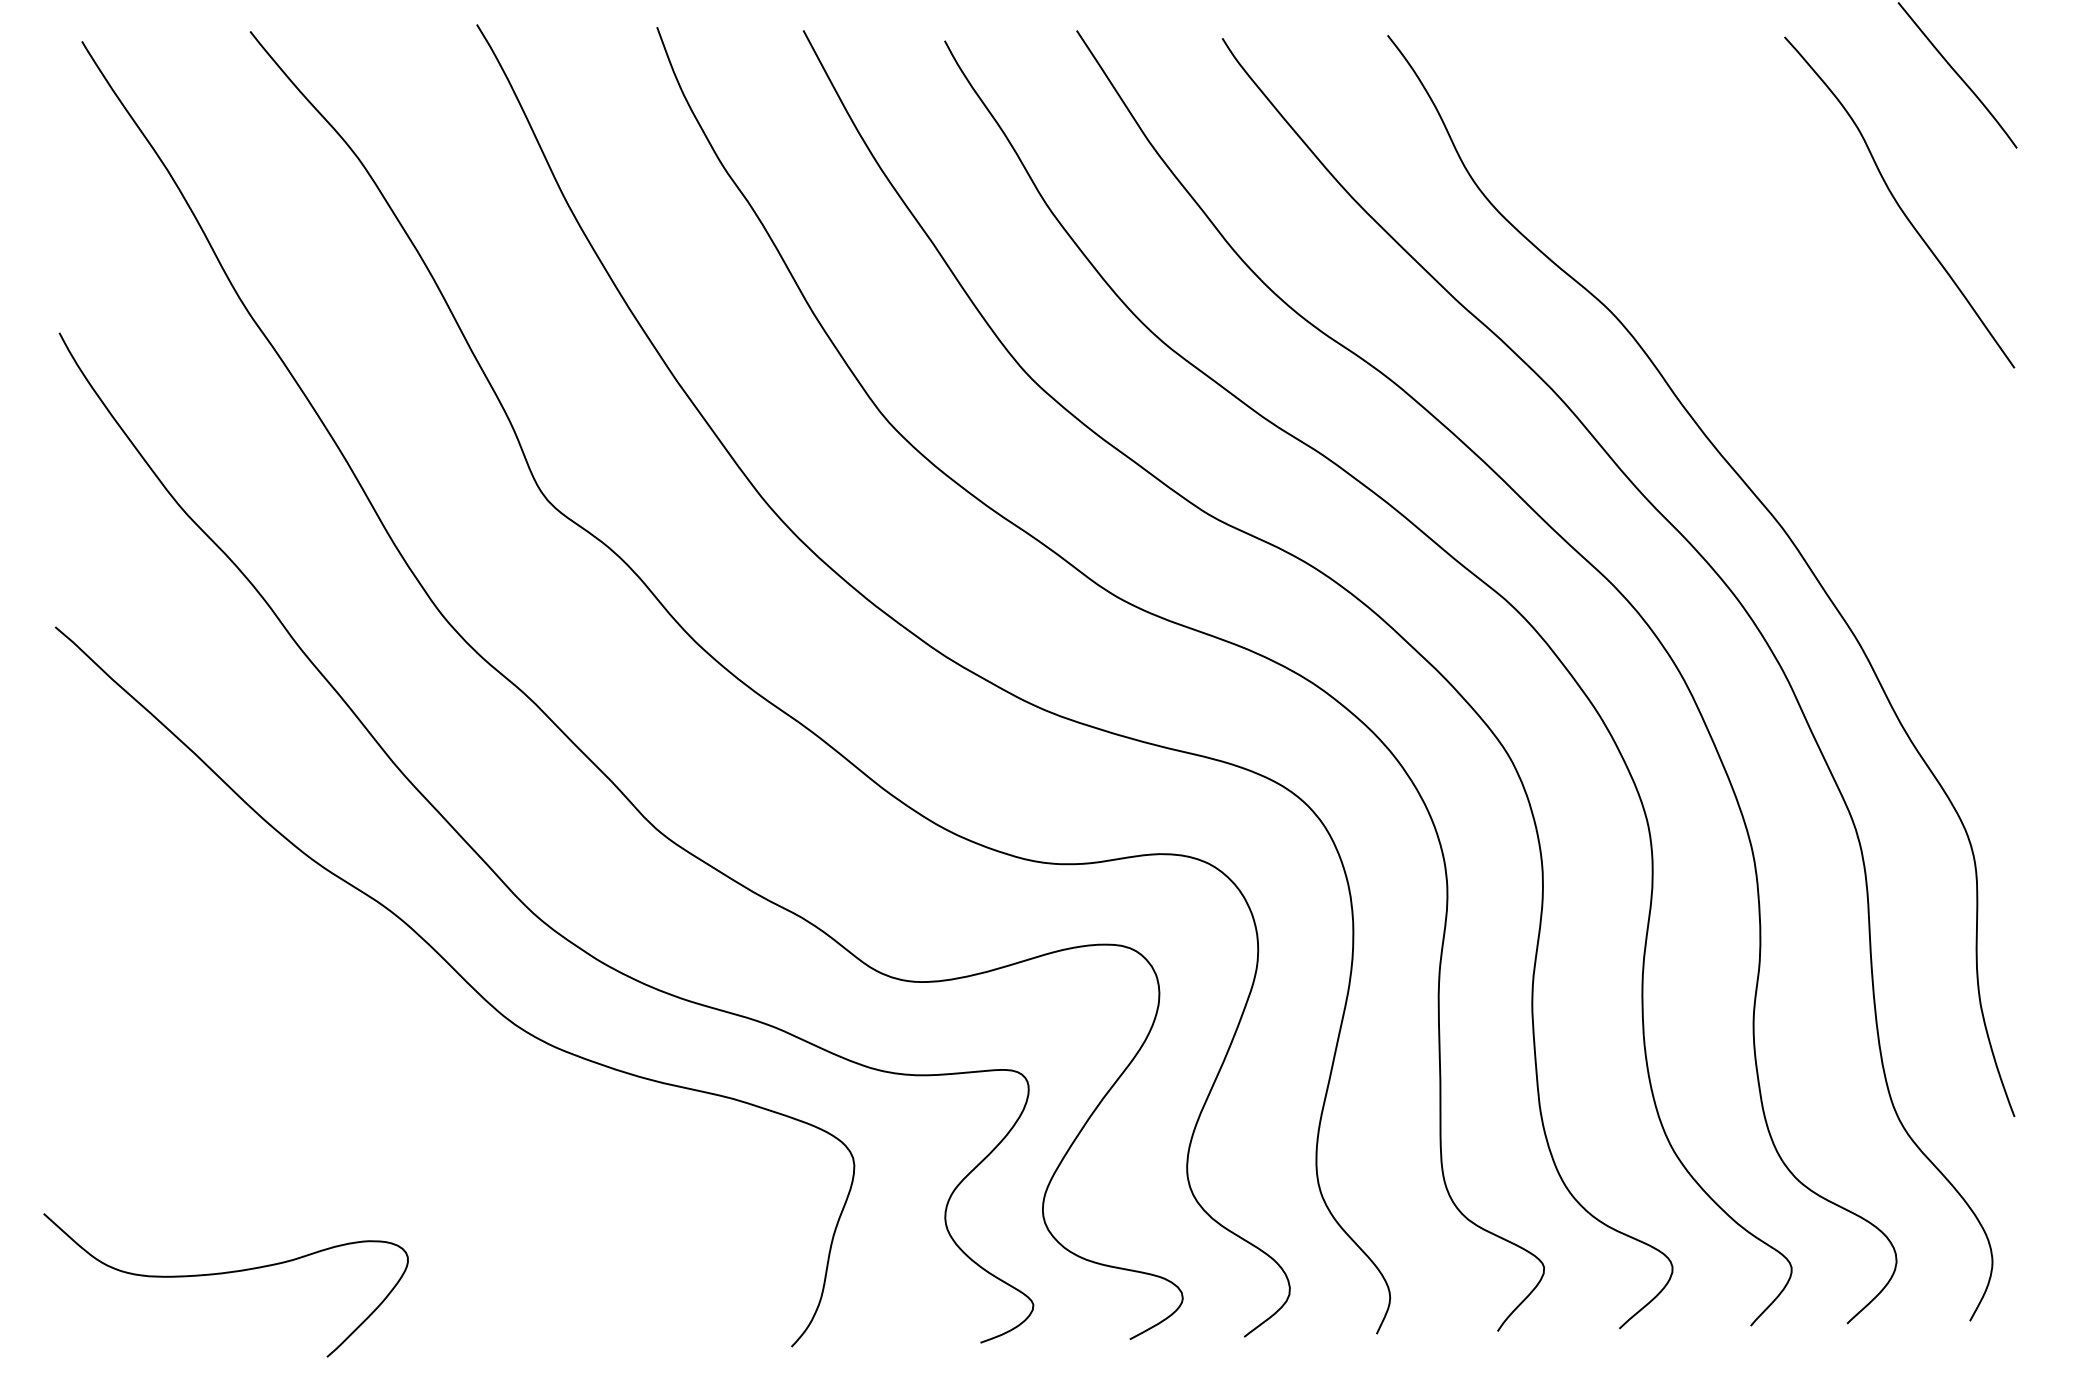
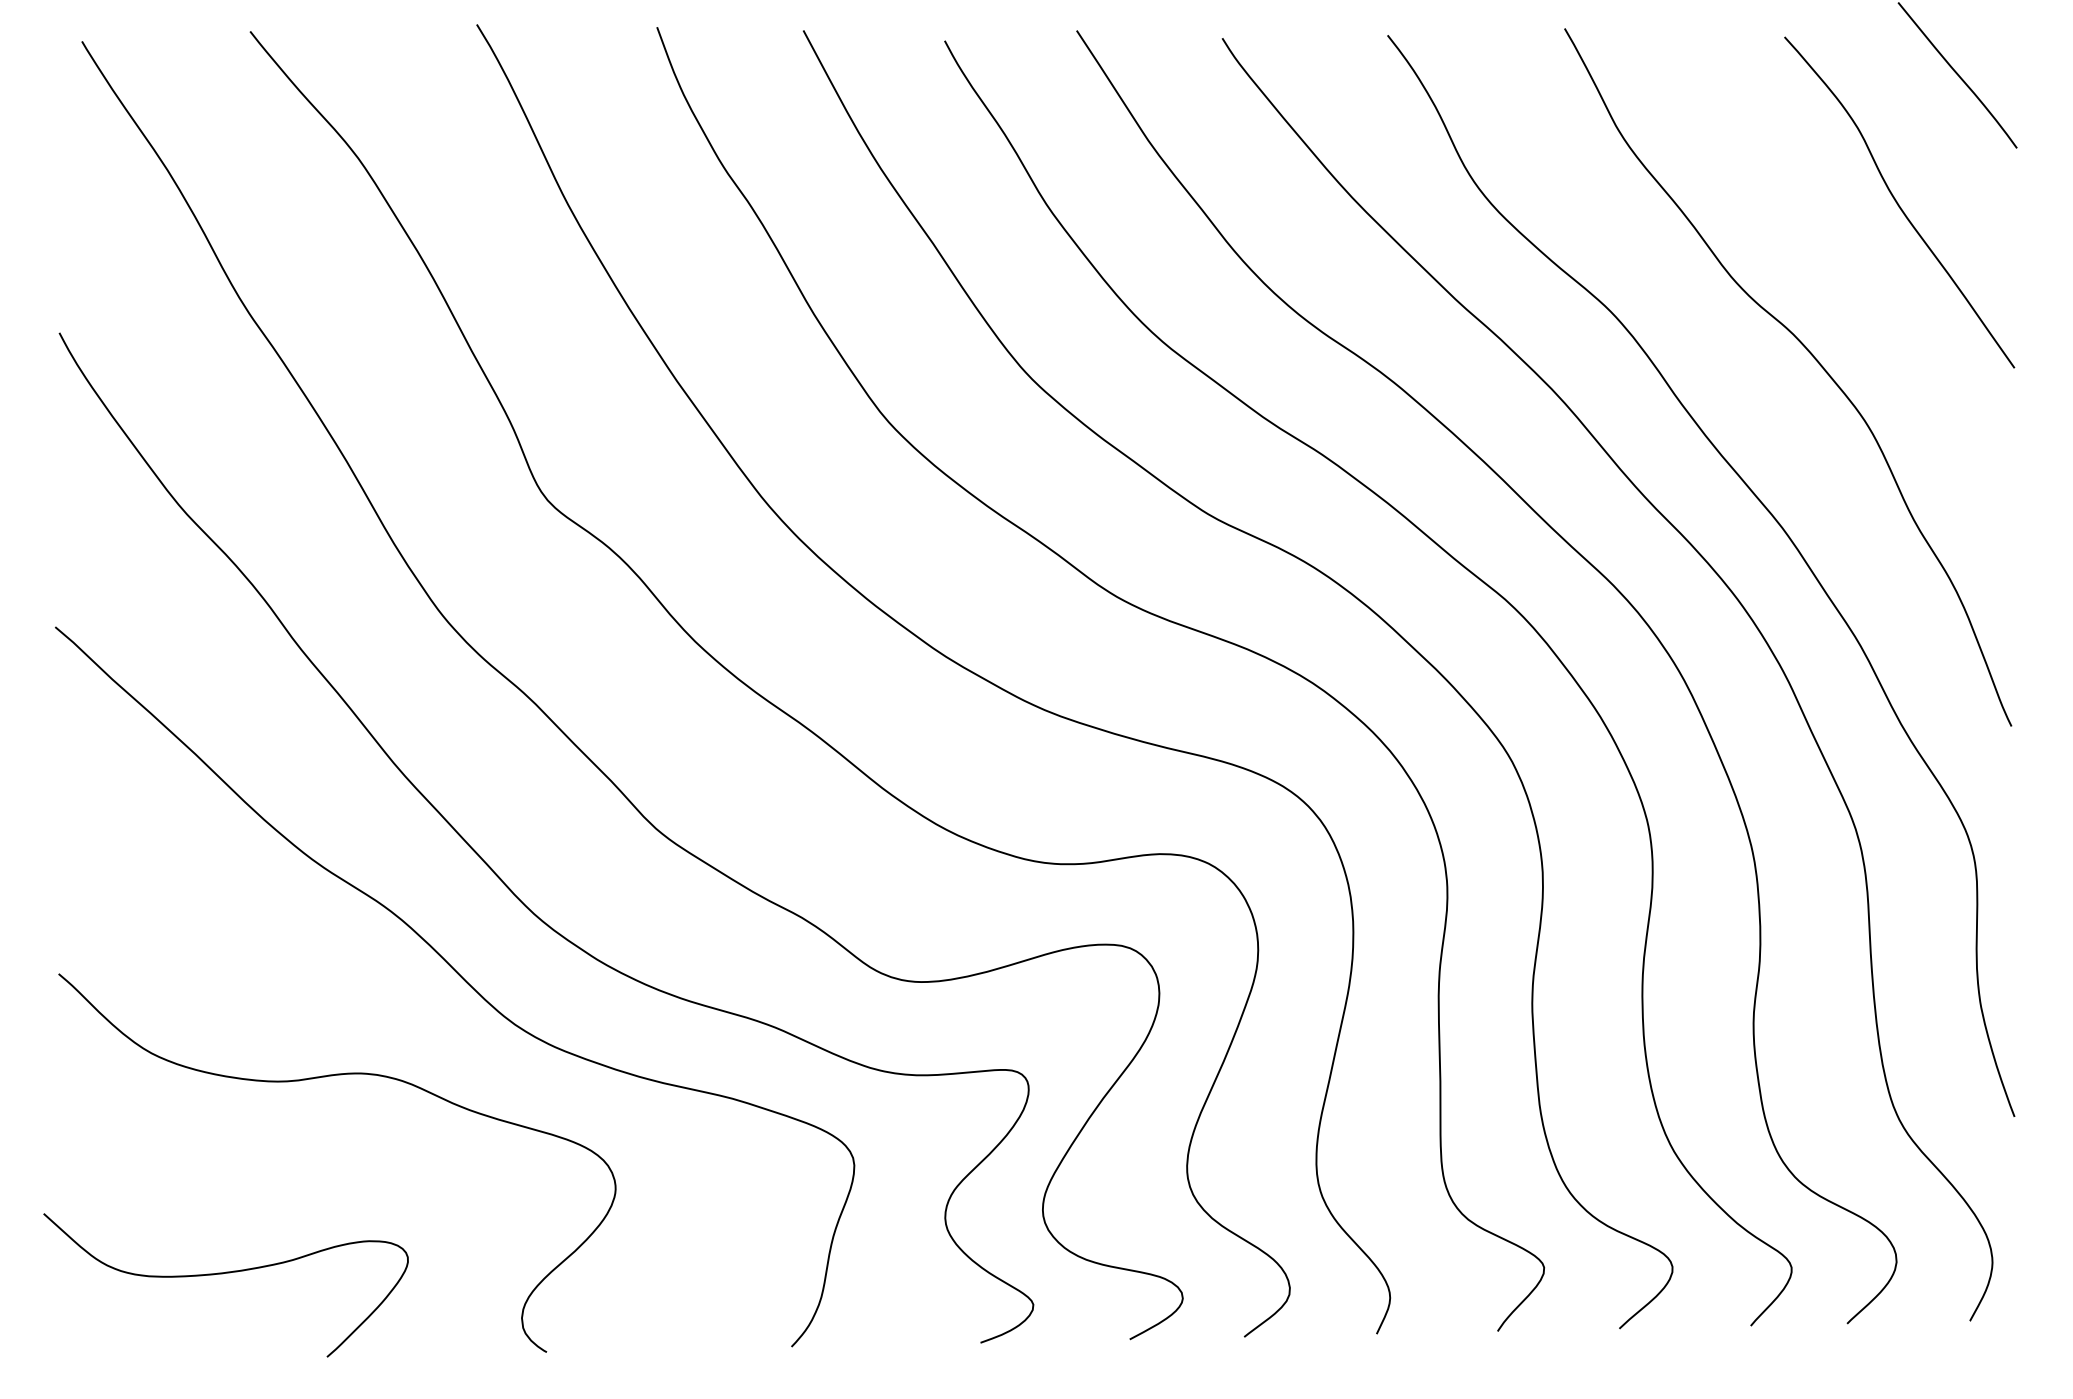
curve at (1814, 359): none -> present
curve at (325, 1077): none -> present
